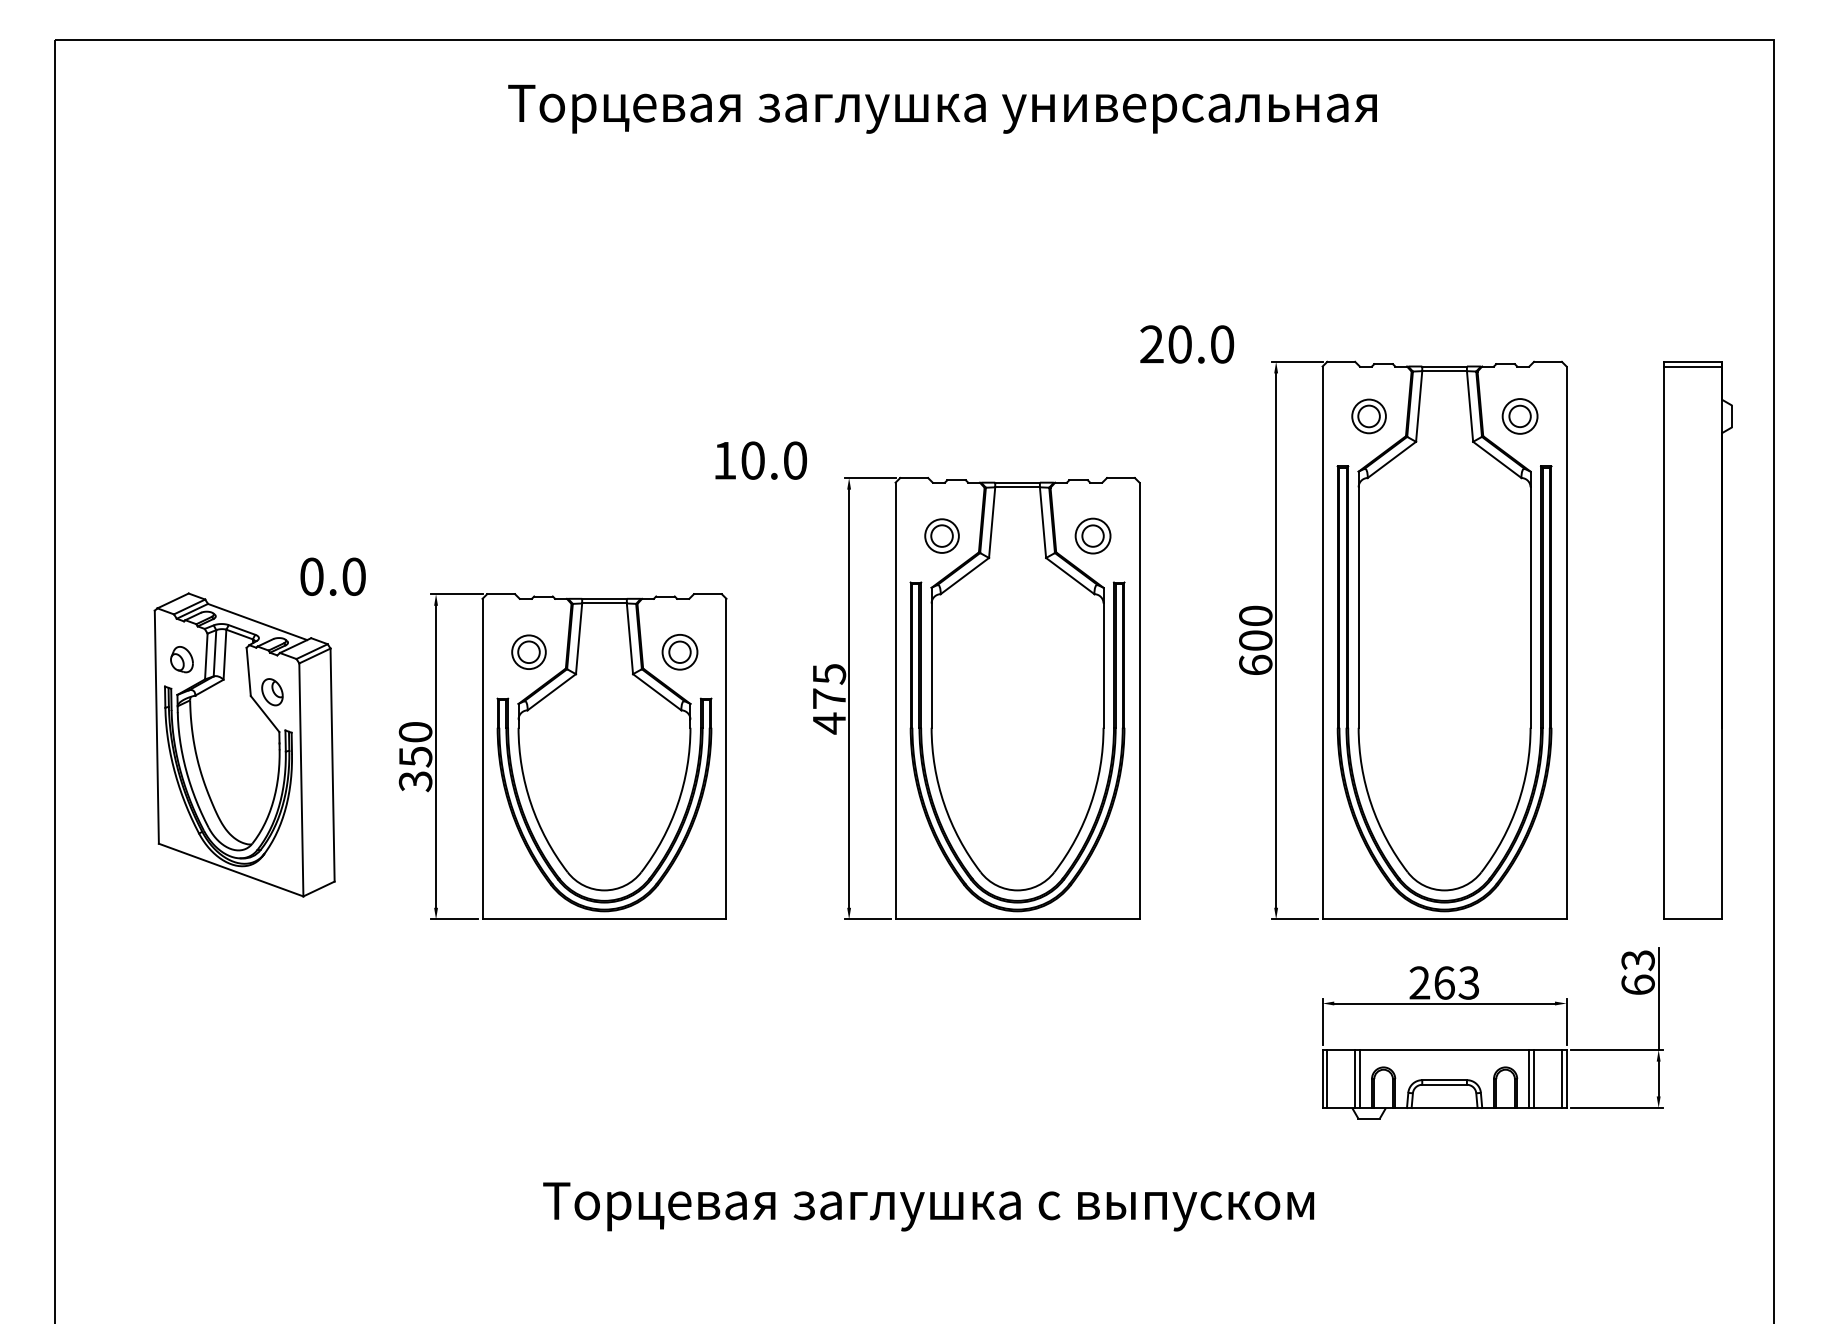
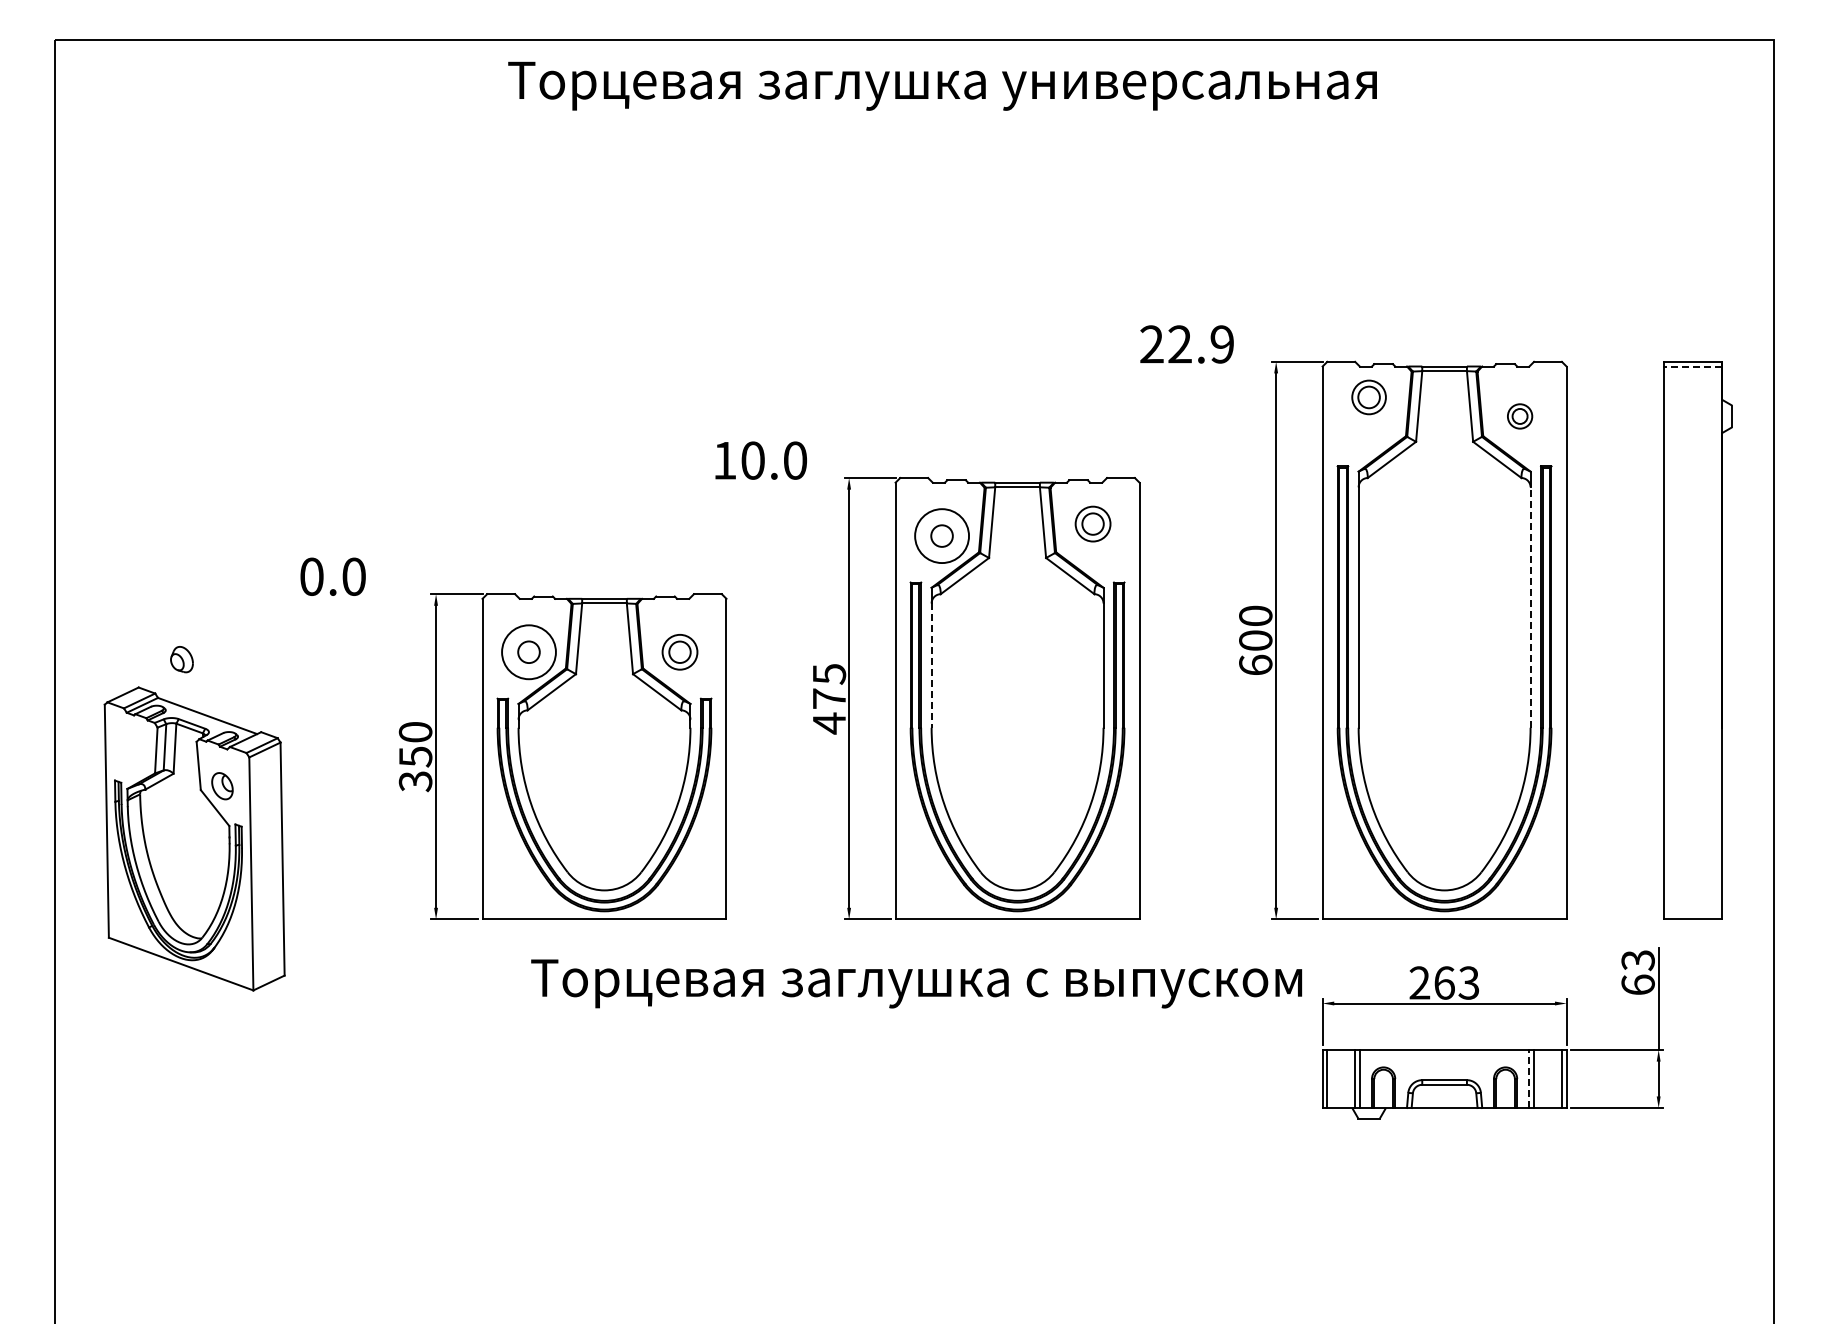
text at (942, 108) position: (942, 108) -> (942, 85)
text at (1201, 344): 20.0 -> 22.9
line at (1692, 366): solid -> dashed
part at (1368, 416) position: (1368, 416) -> (1368, 397)
part at (1519, 416) size: 38x37 px -> 27x27 px
circle at (941, 535) diameter: 34 px -> 54 px
part at (1092, 535) position: (1092, 535) -> (1092, 523)
line at (1530, 607): solid -> dashed
circle at (528, 652) diameter: 34 px -> 54 px
line at (931, 666): solid -> dashed
part at (244, 744) position: (244, 744) -> (194, 838)
line at (1529, 1078): solid -> dashed
text at (928, 1206) position: (928, 1206) -> (916, 983)
